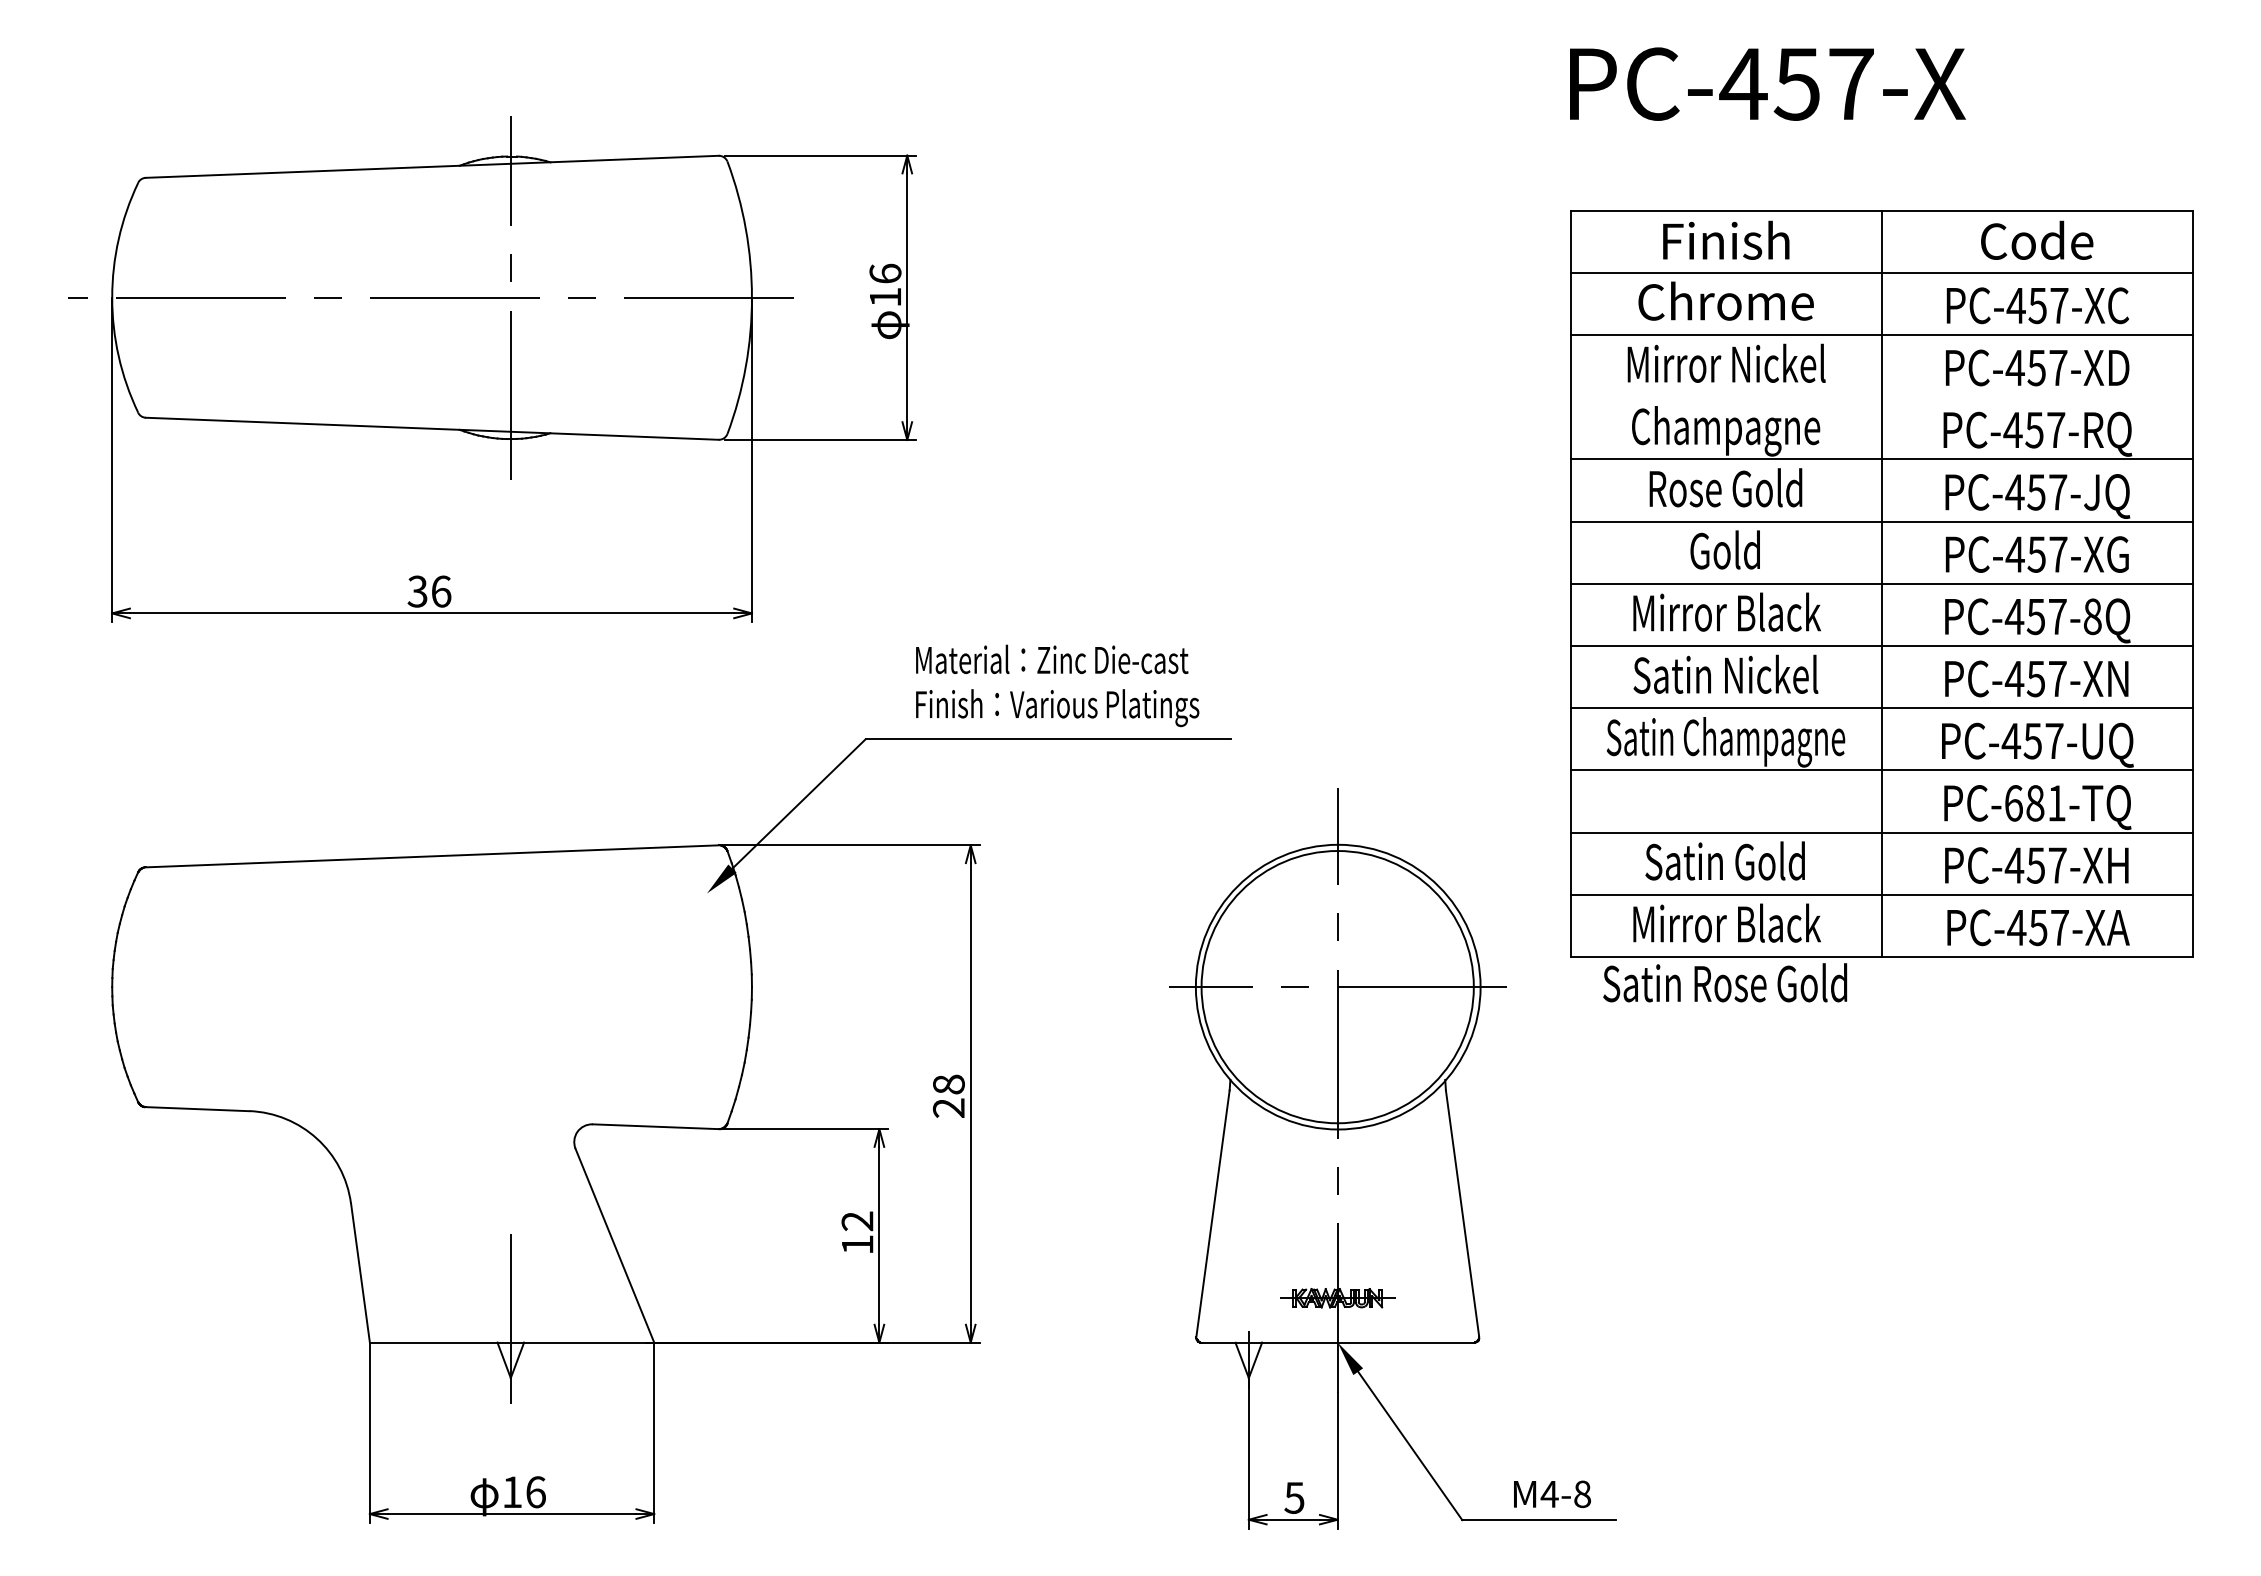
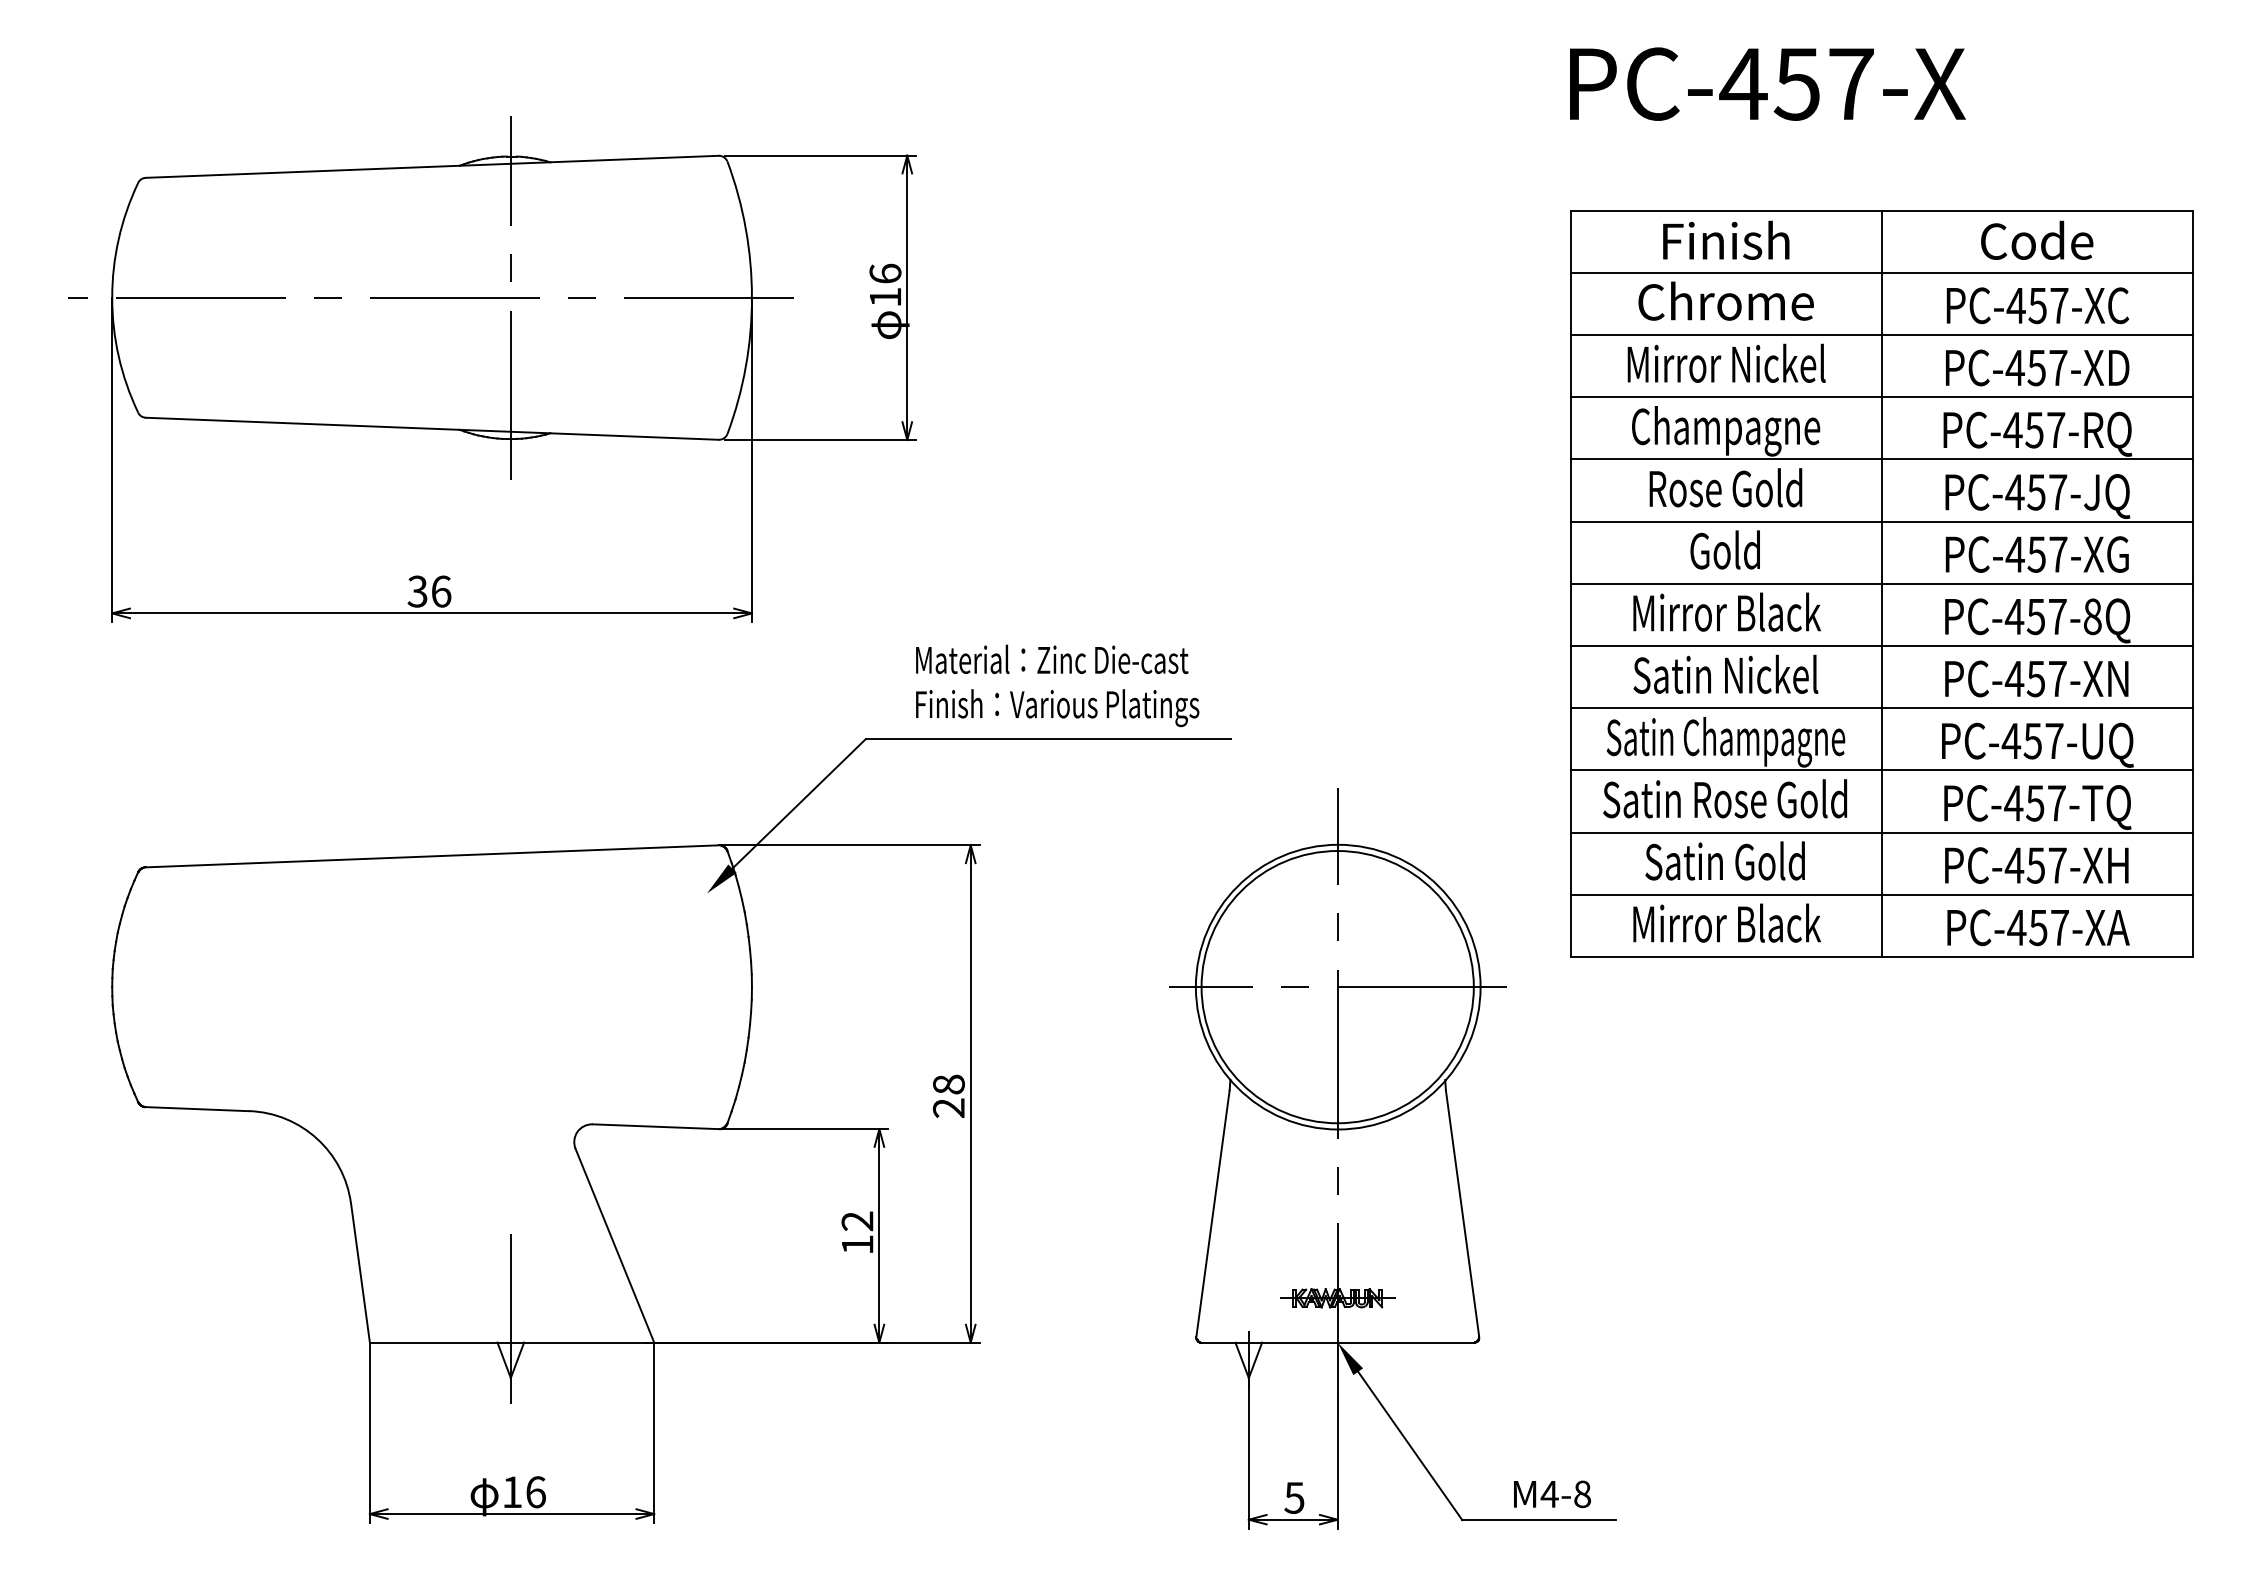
line at (1882, 397): none -> present
text at (2034, 803): PC-681-TQ -> PC-457-TQ
text at (1725, 982) position: (1725, 982) -> (1725, 798)
